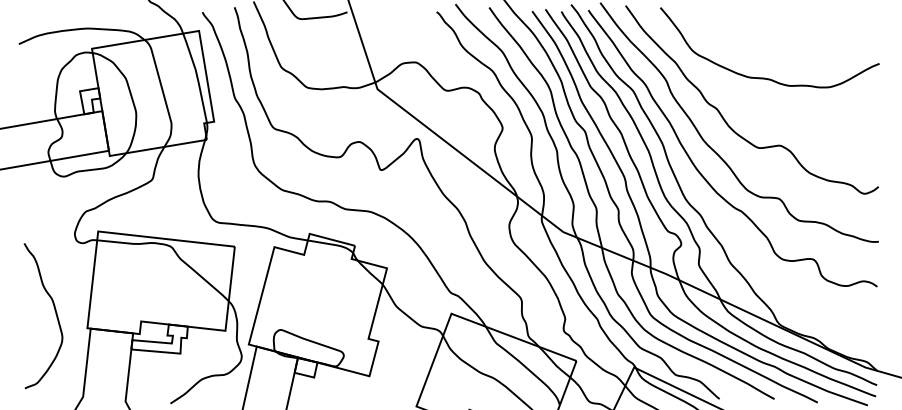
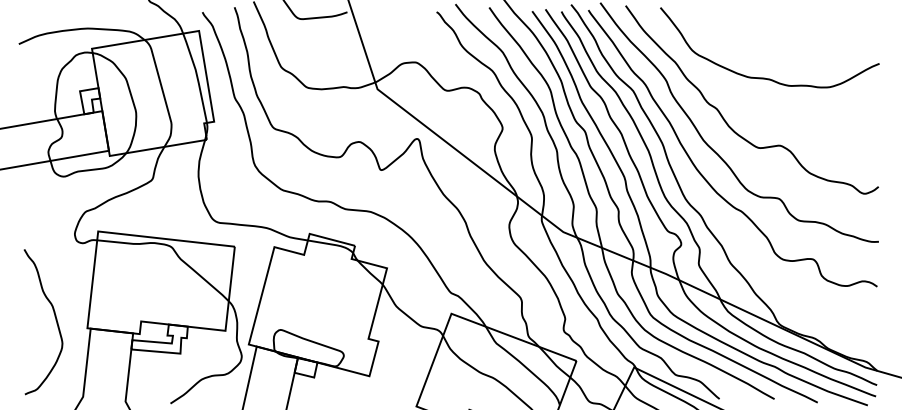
curve at (55, 314) position: (55, 314) -> (55, 320)
